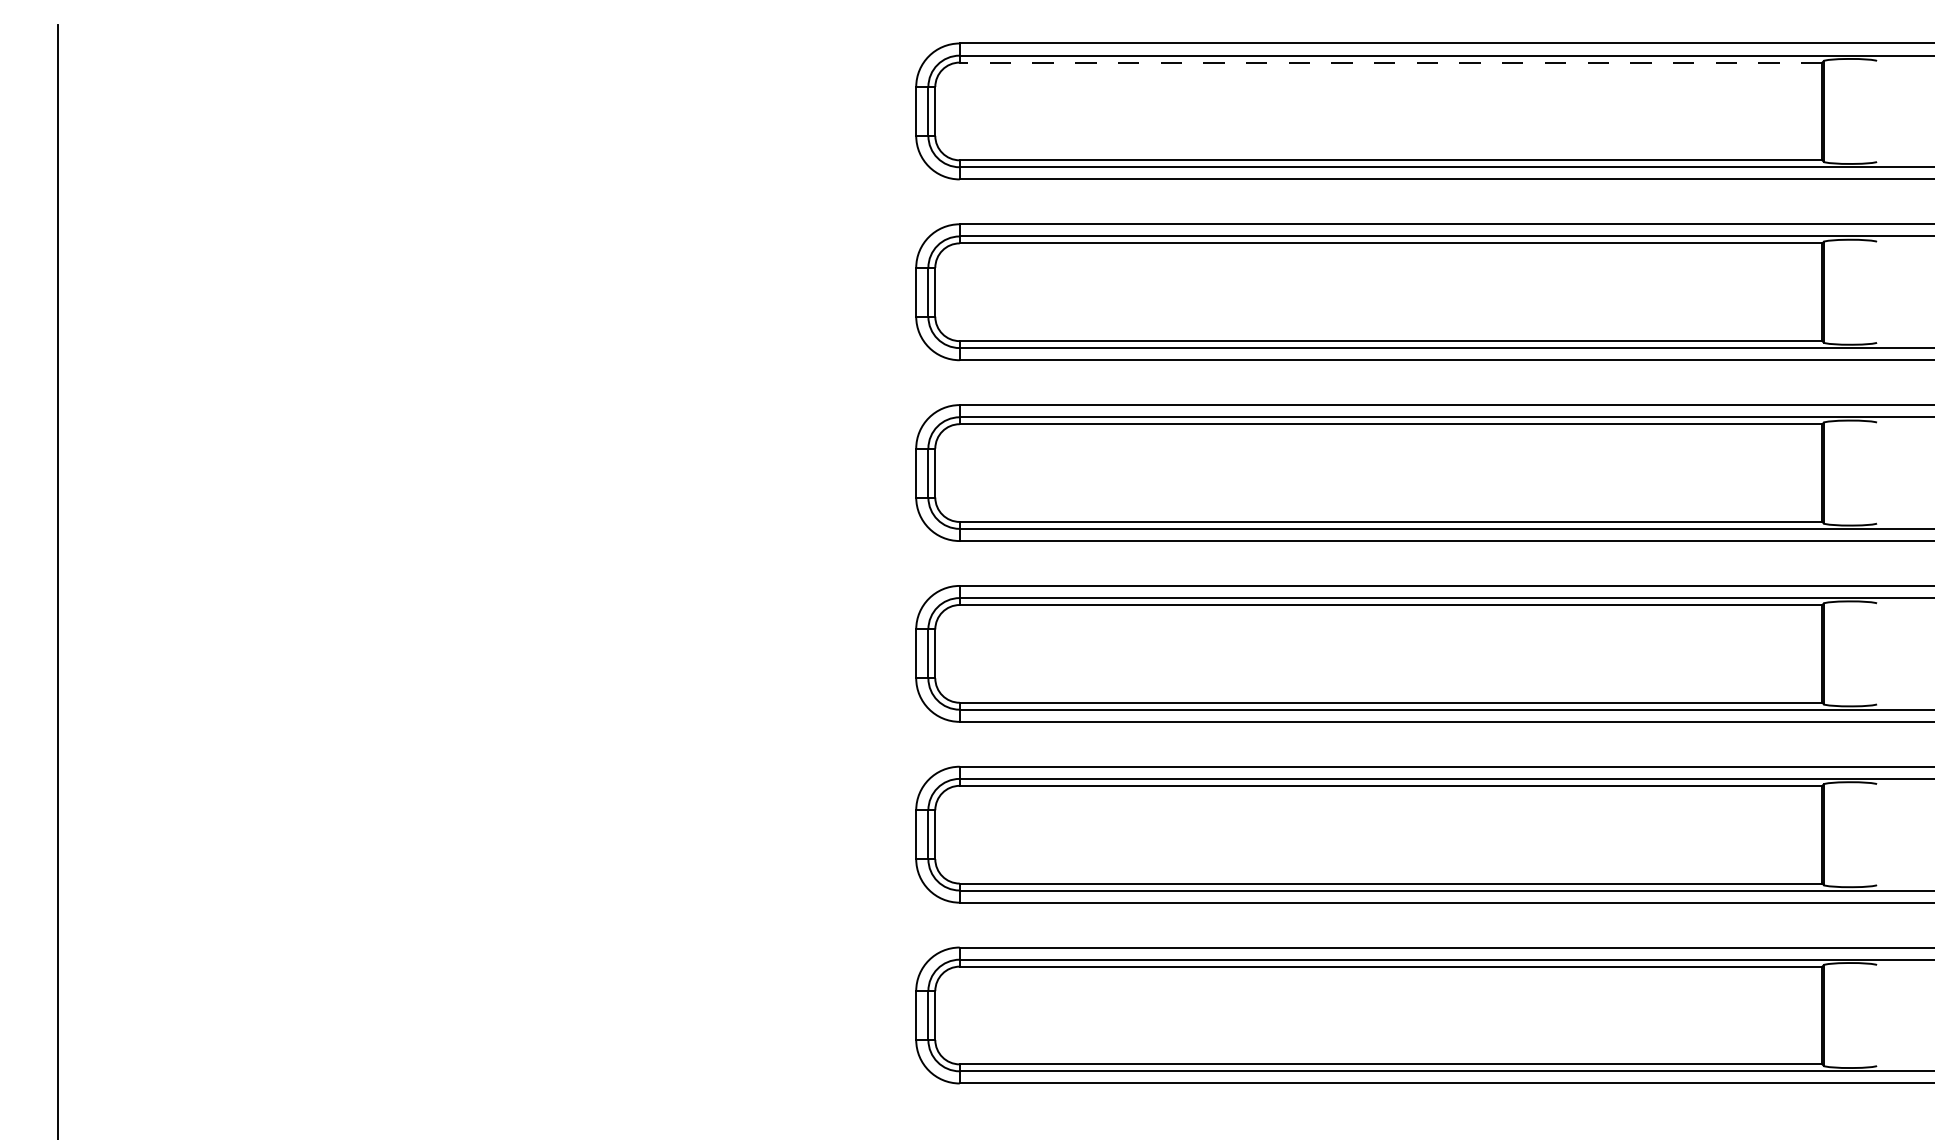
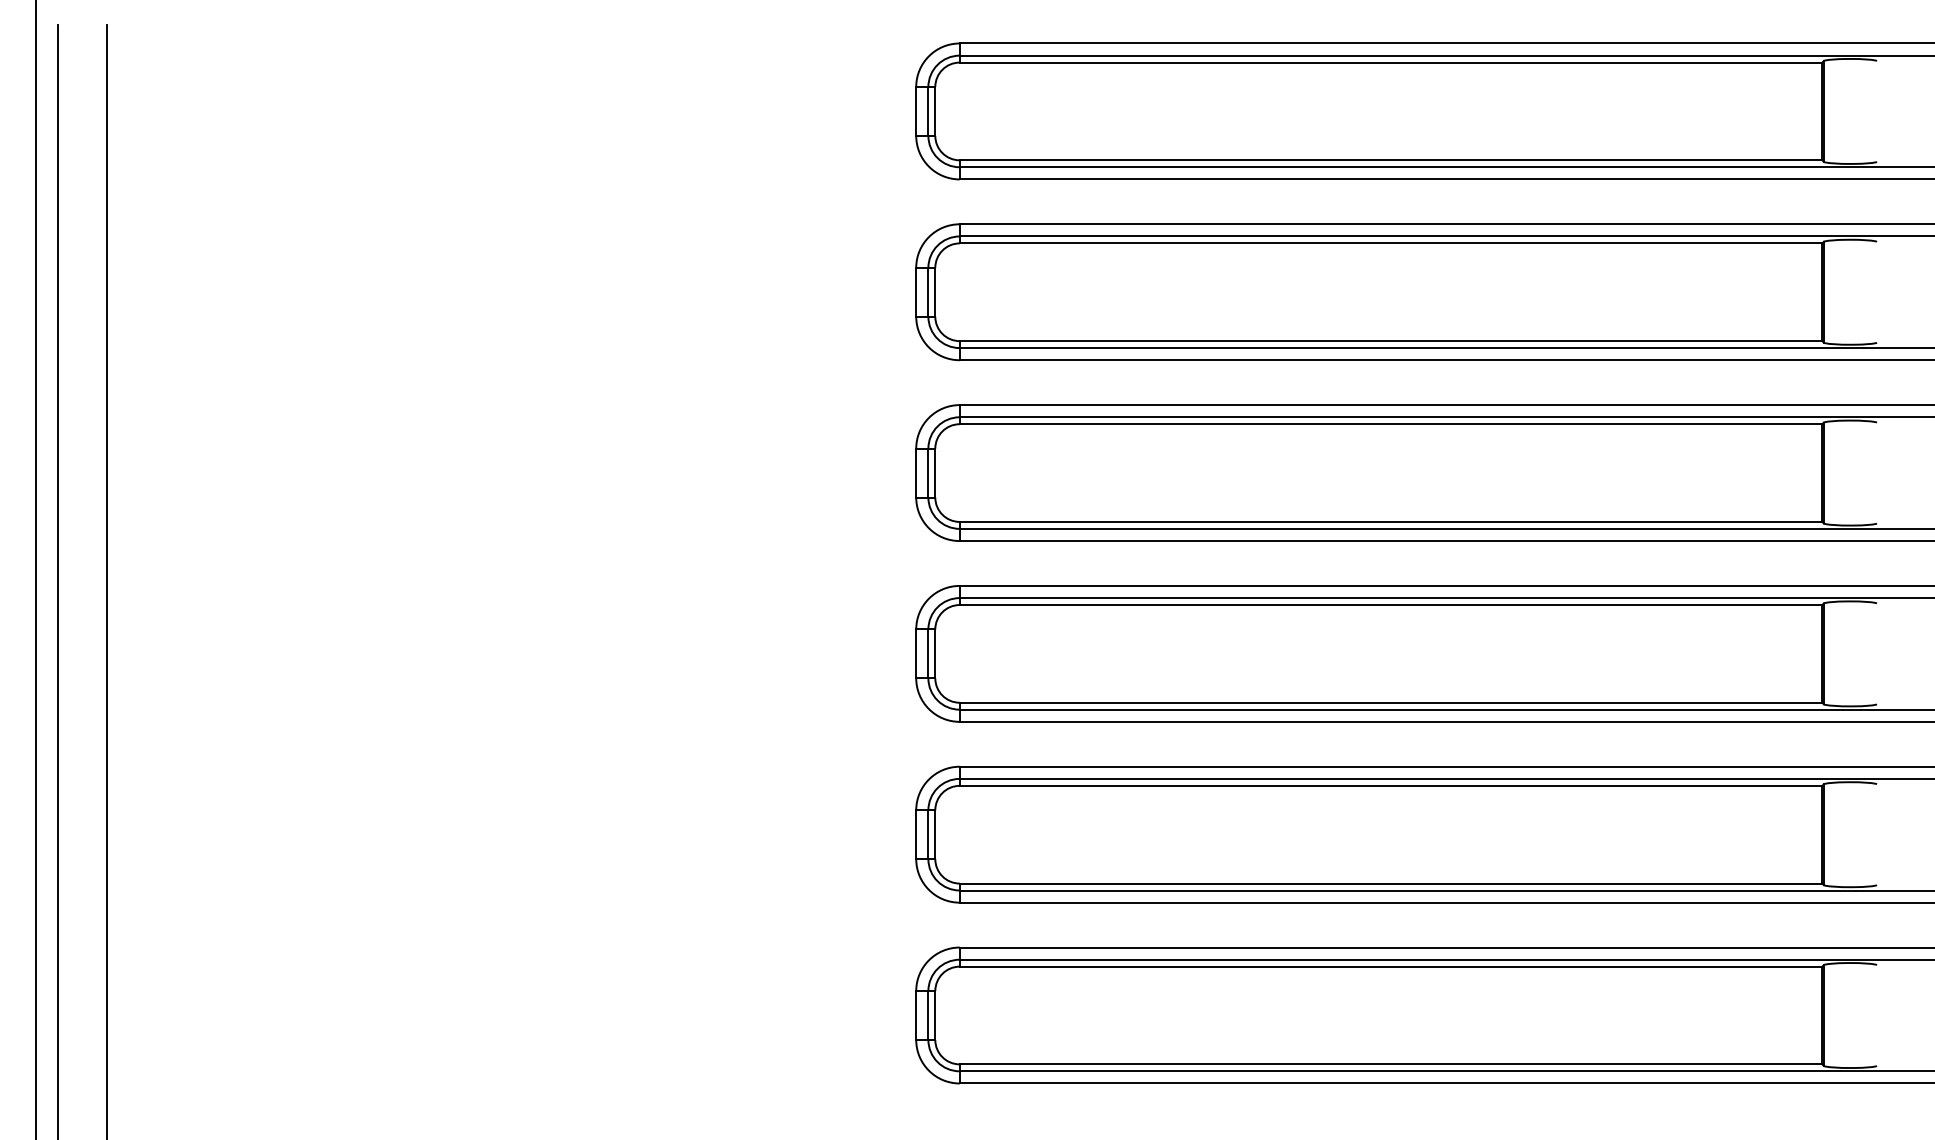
line at (1390, 62): dashed -> solid
line at (36, 569): none -> present
line at (106, 580): none -> present
